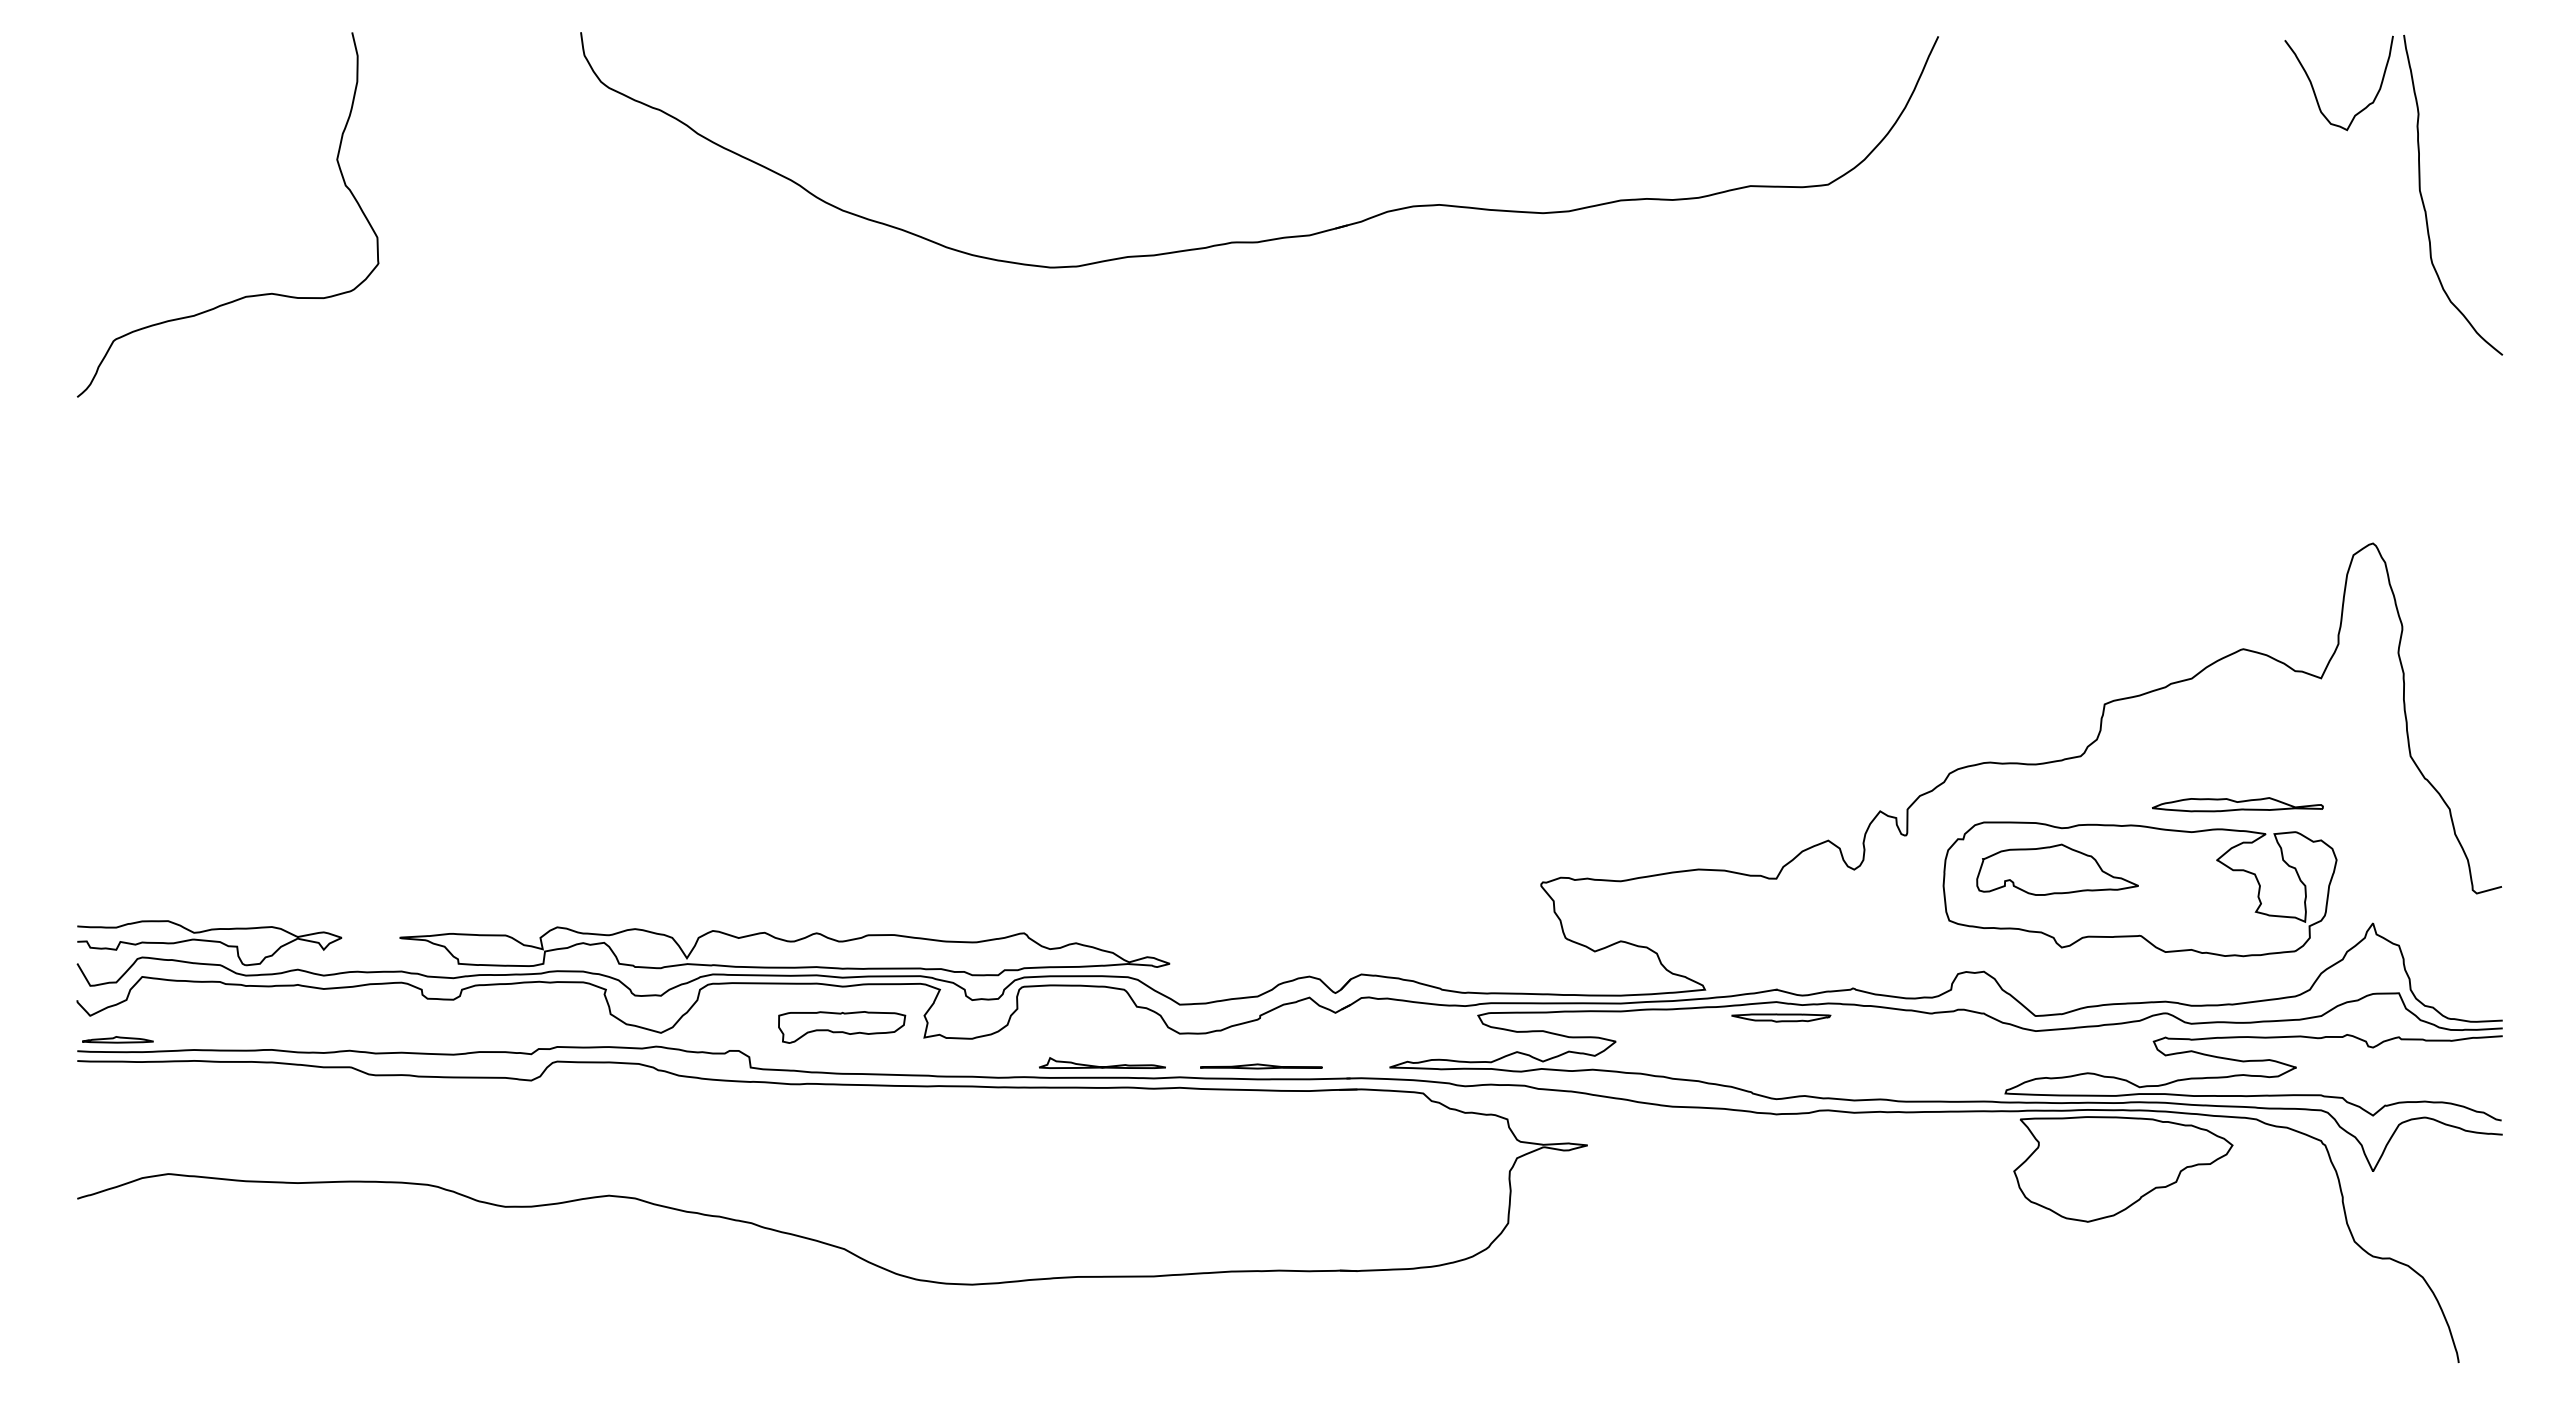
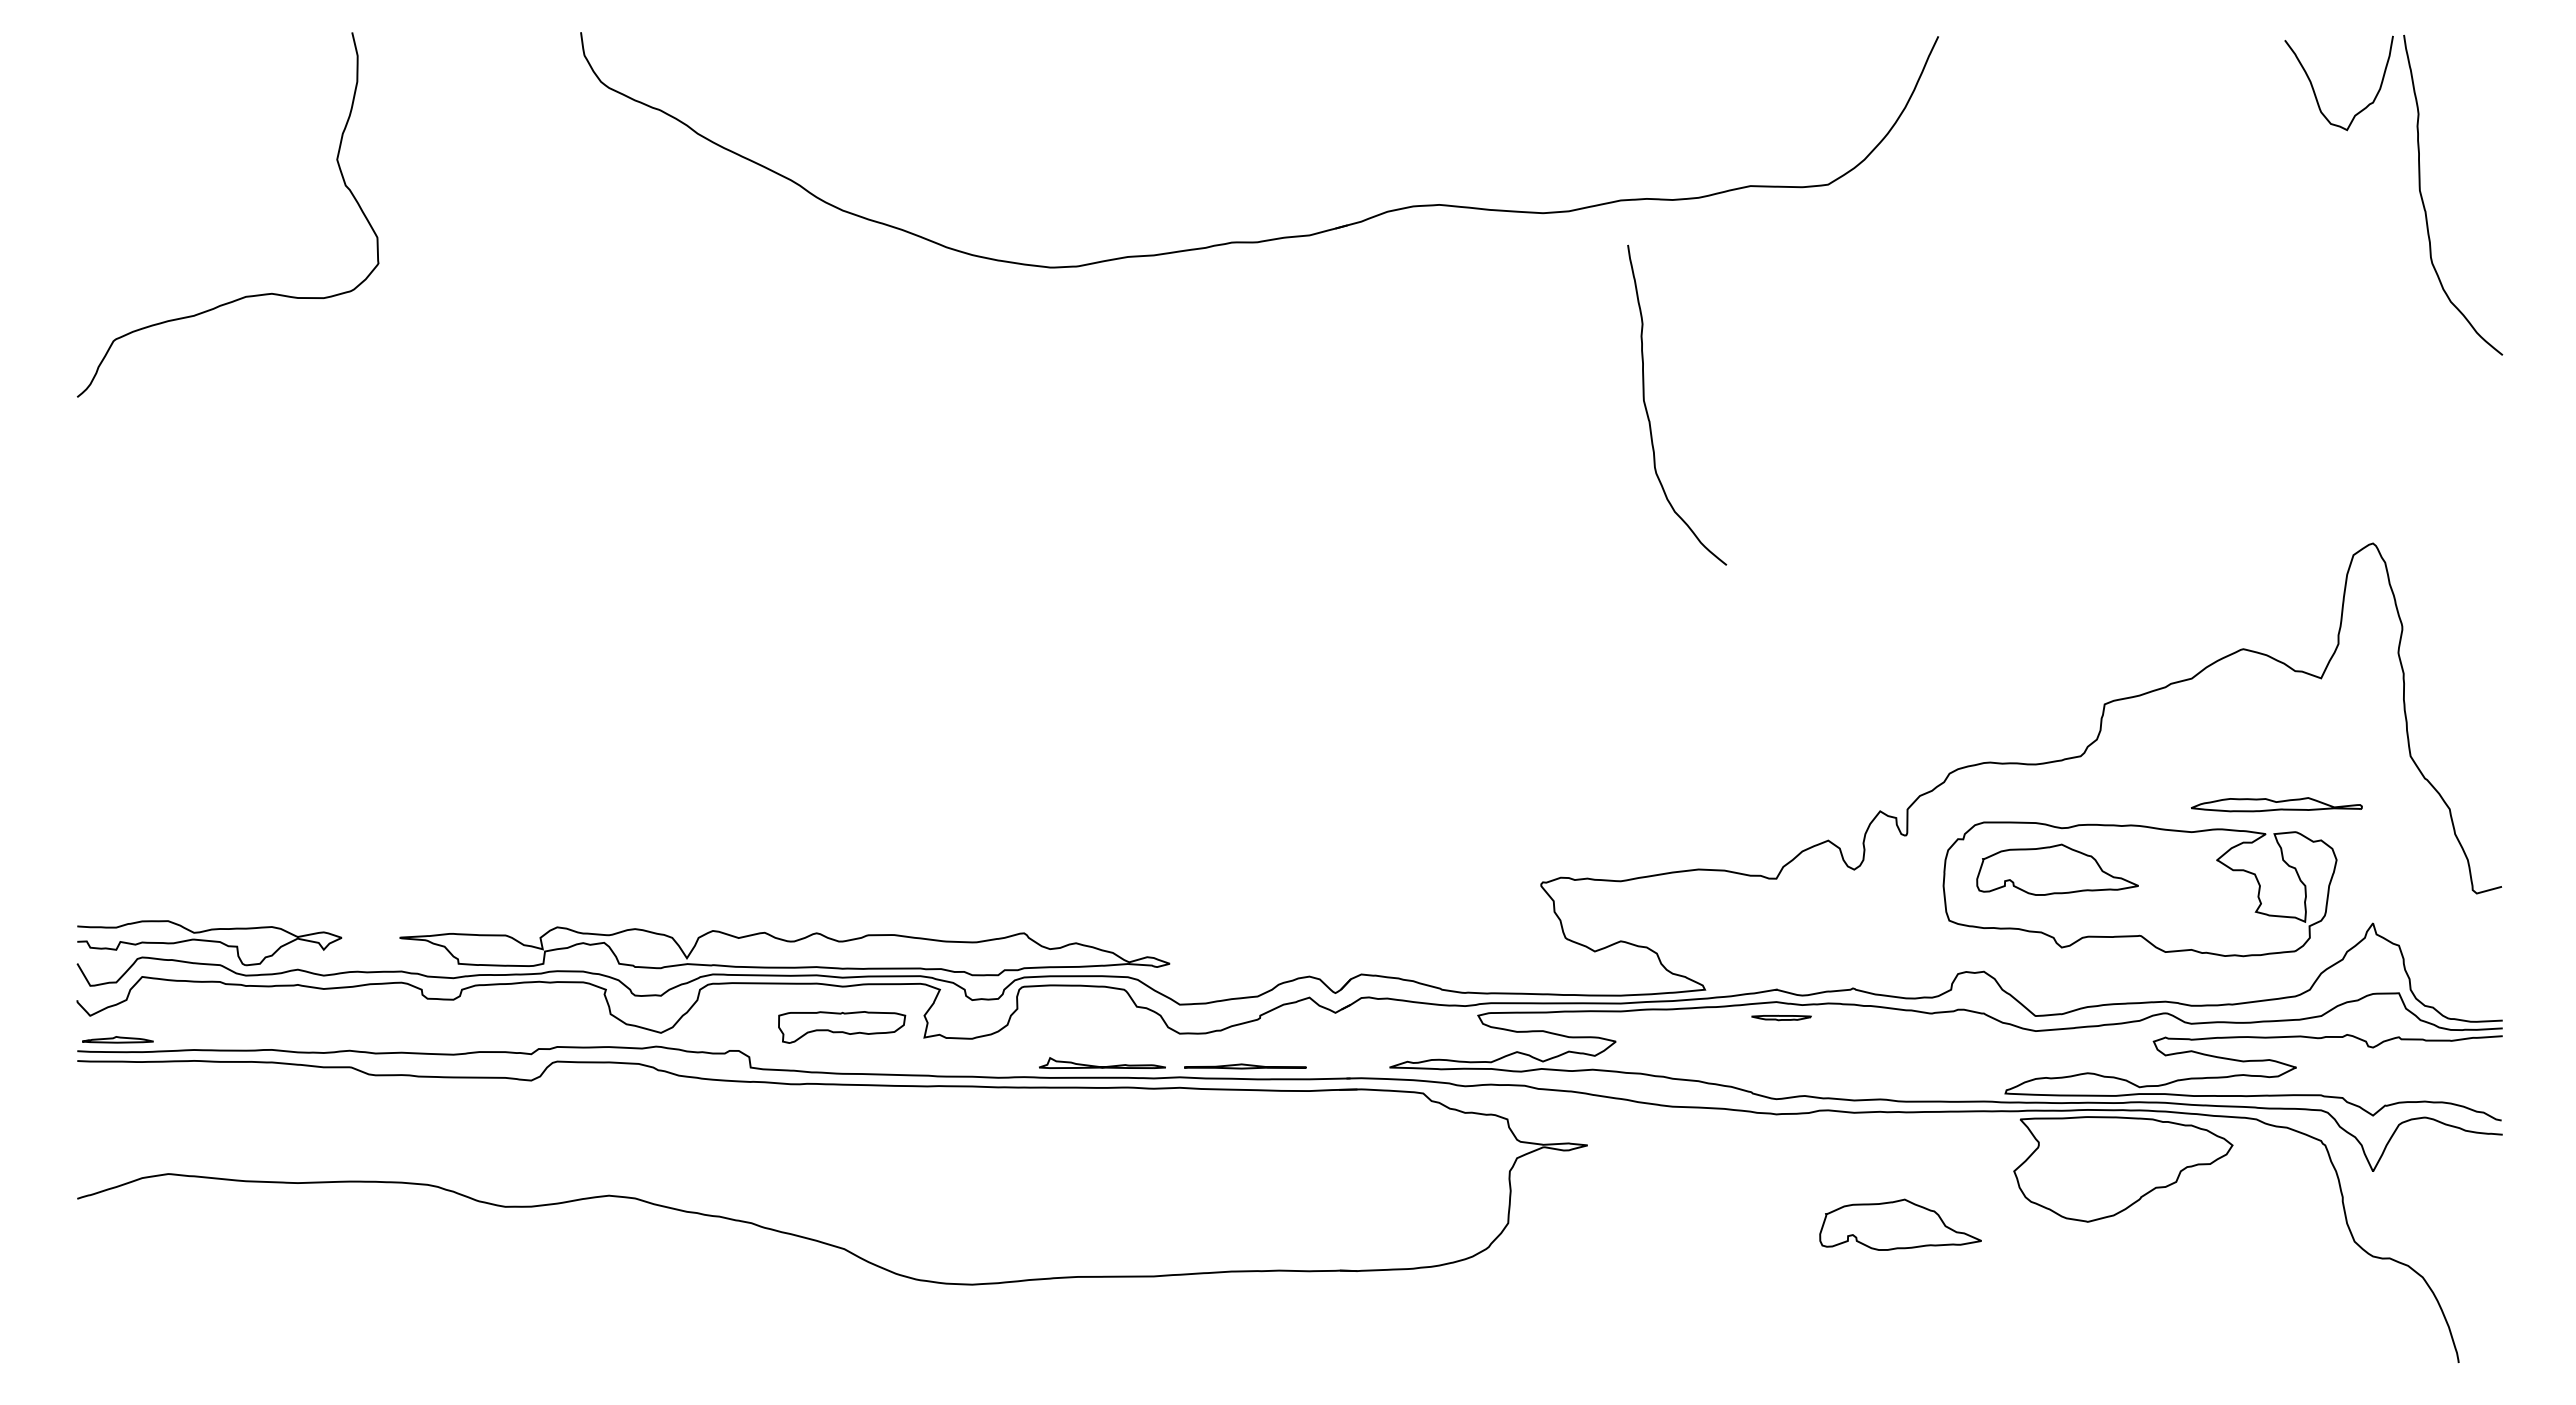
curve at (1648, 413): none -> present
part at (2237, 804) position: (2237, 804) -> (2276, 804)
part at (1781, 1017) size: 101x10 px -> 61x8 px
part at (1261, 1066) position: (1261, 1066) -> (1245, 1066)
part at (1900, 1224): none -> present
